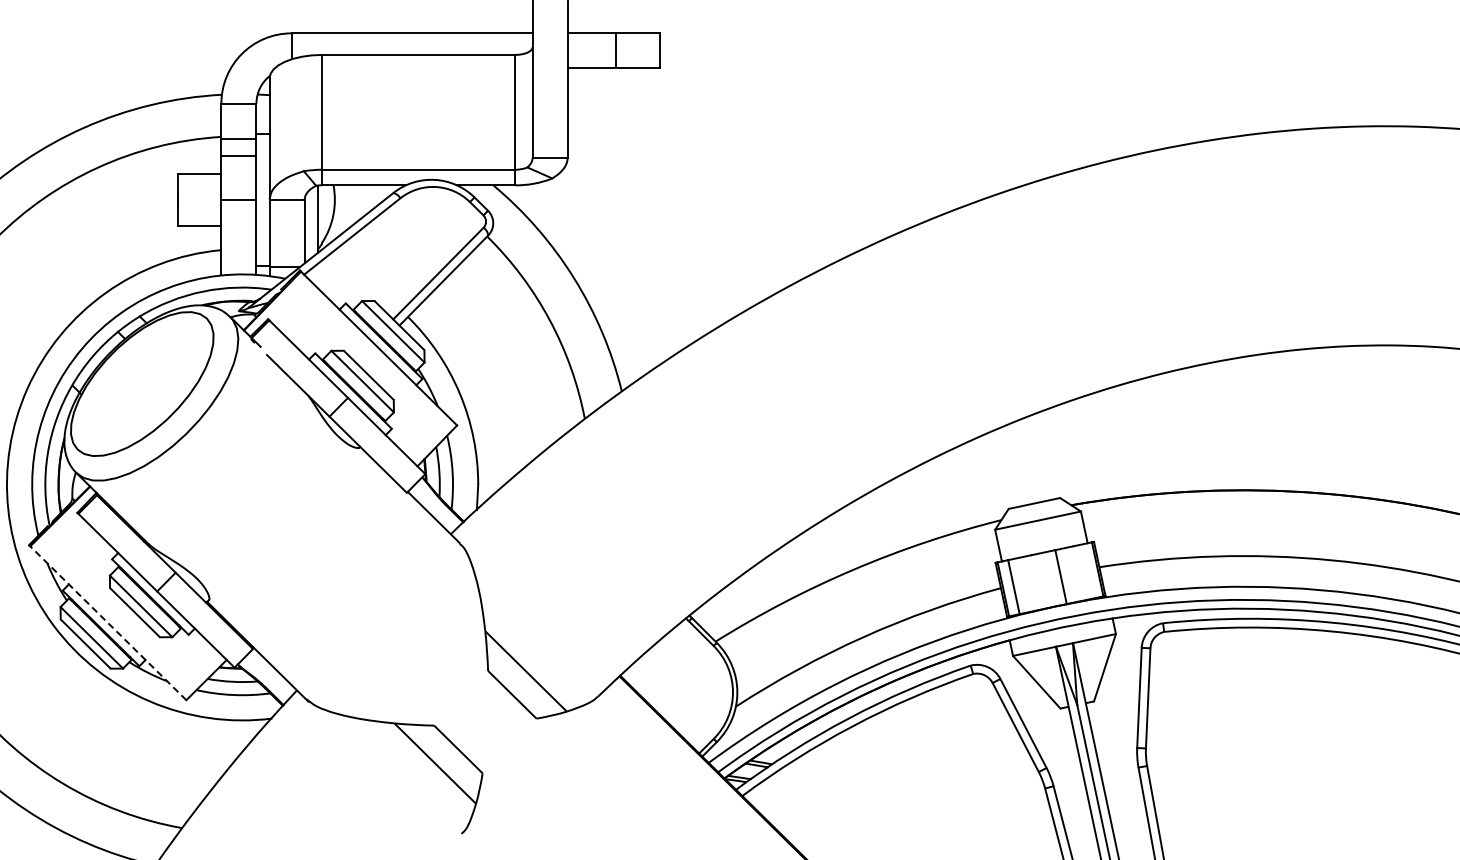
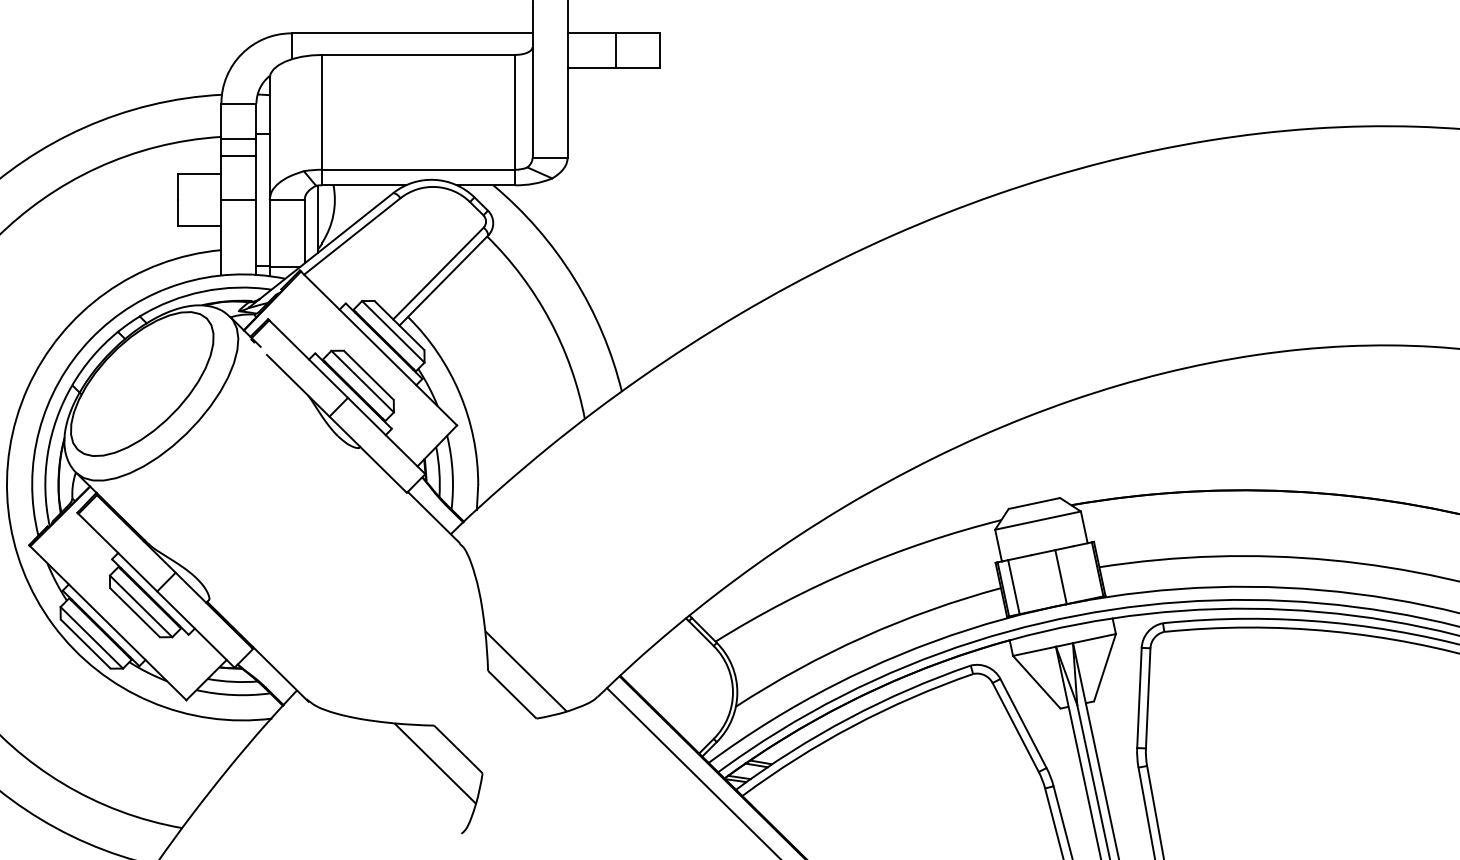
line at (108, 623): dashed -> solid
line at (692, 772): none -> present
